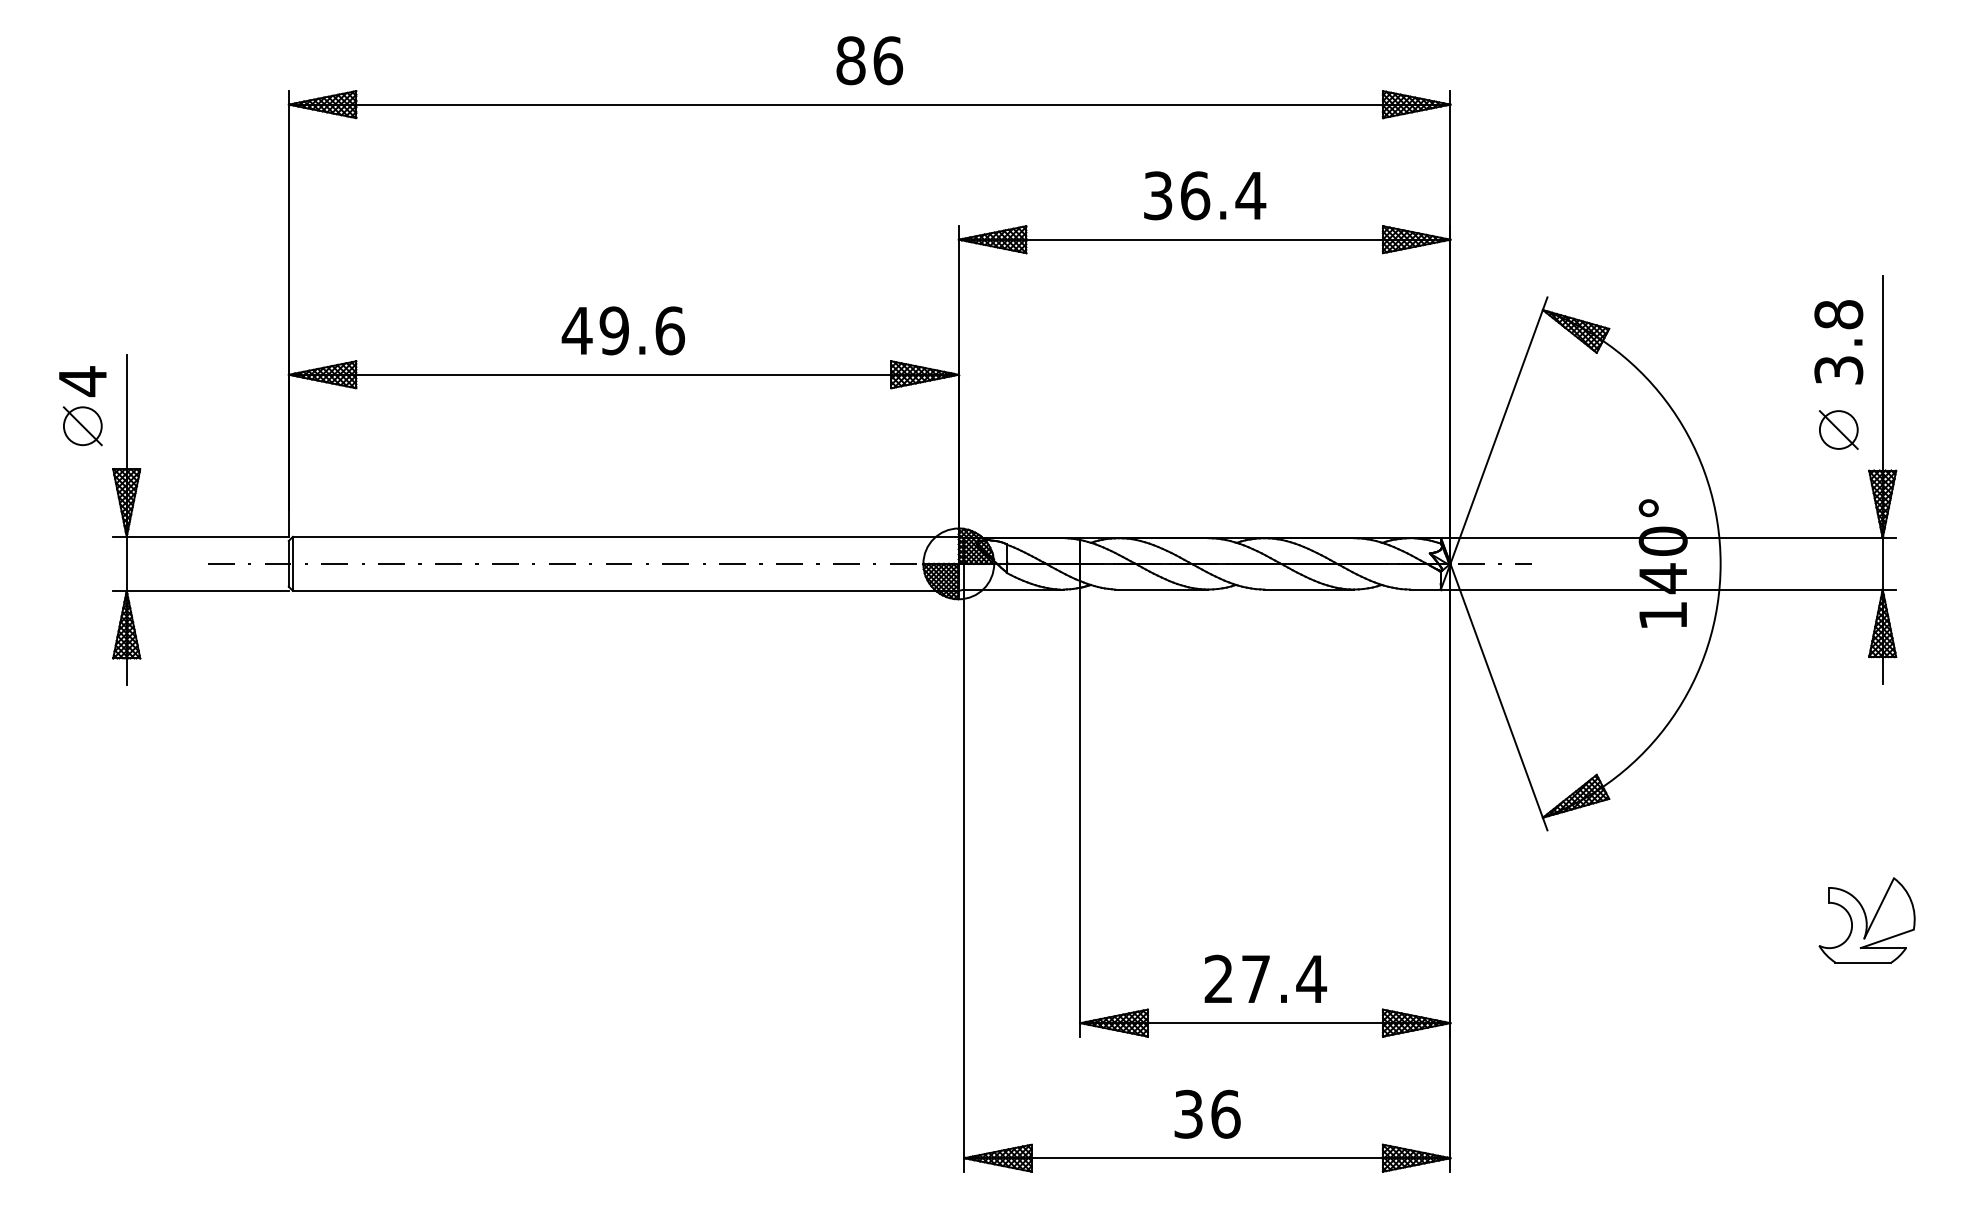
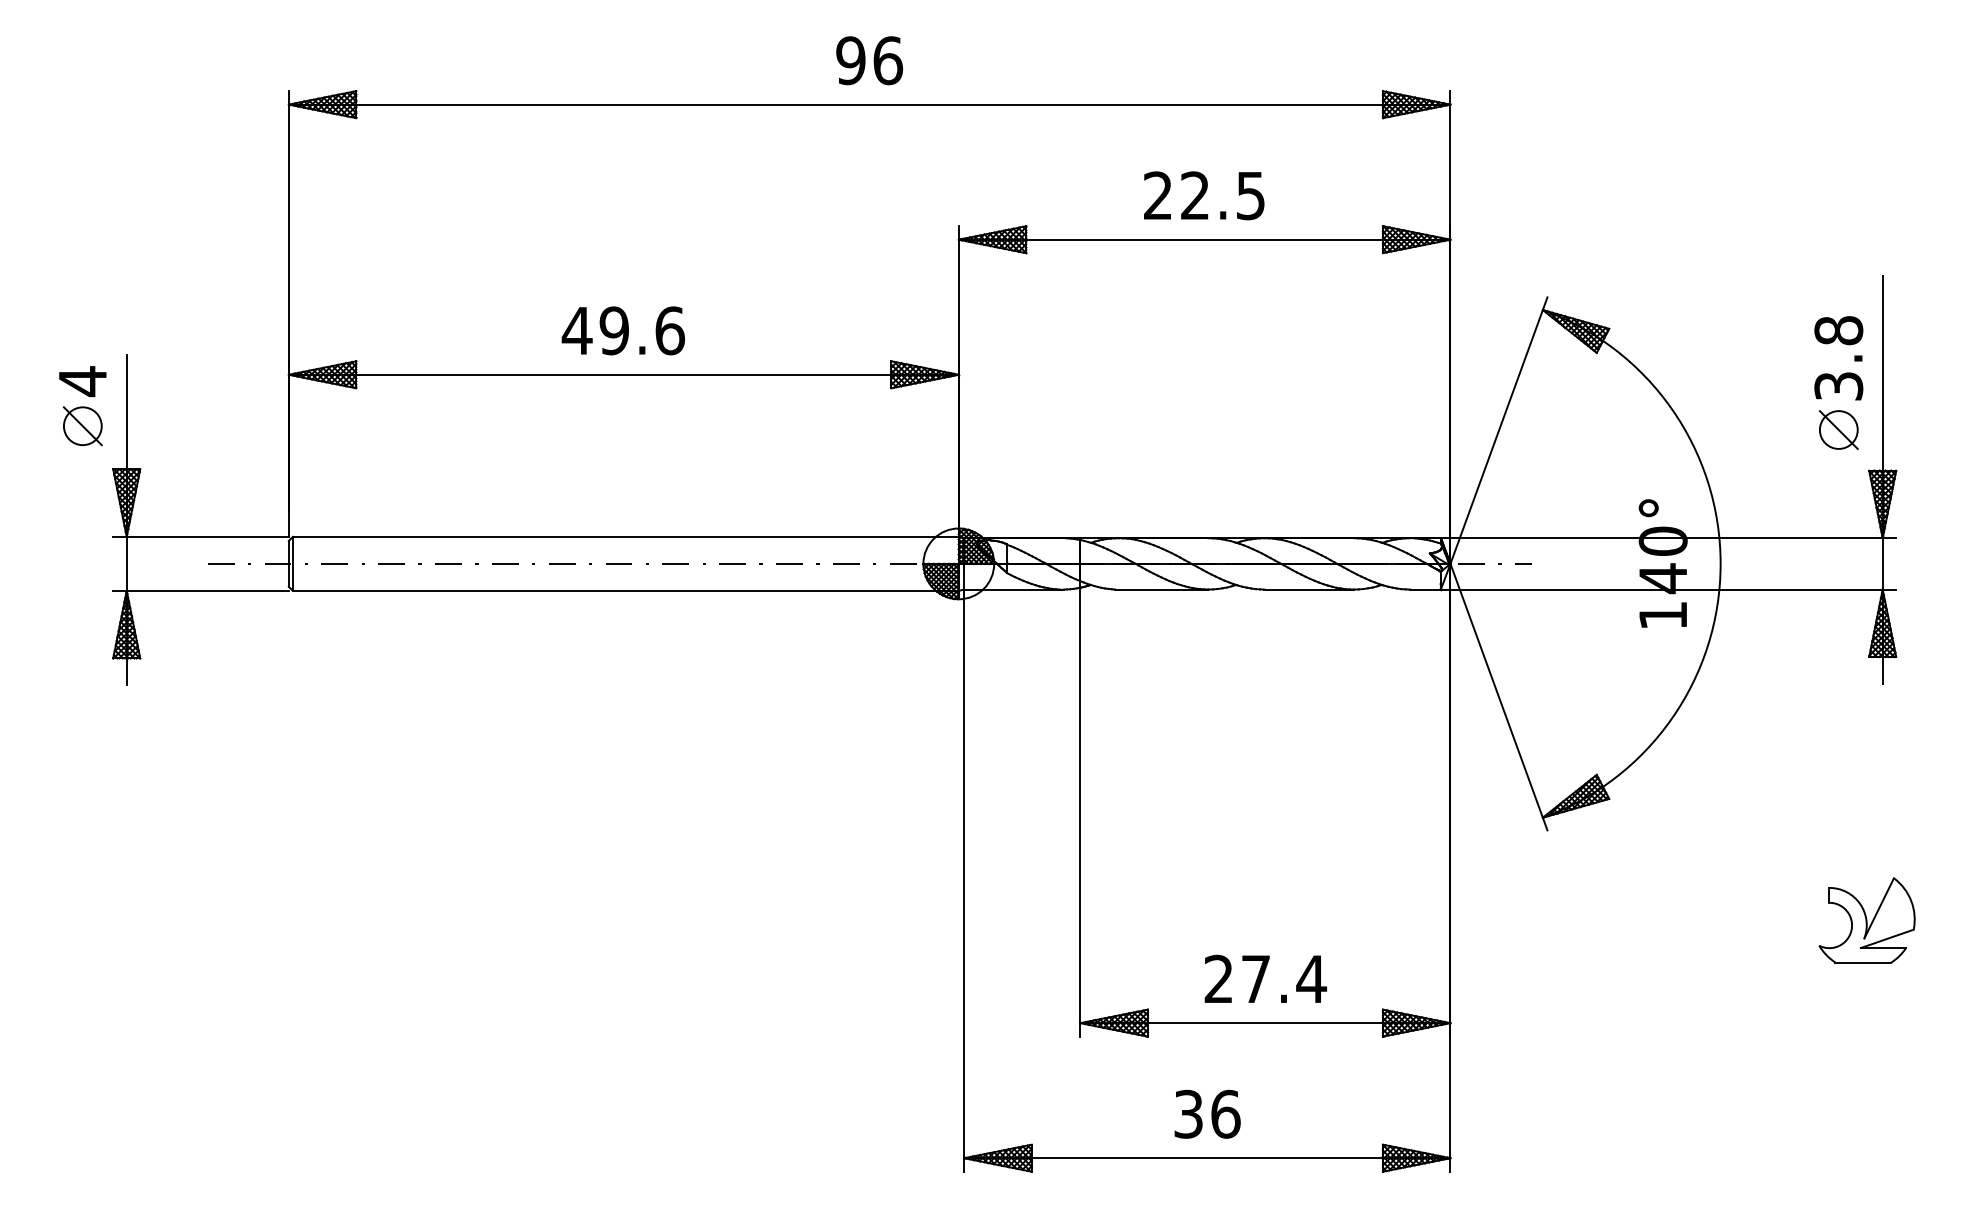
text at (850, 60): 86 -> 96
text at (1205, 195): 36.4 -> 22.5
text at (1838, 342) position: (1838, 342) -> (1838, 358)
